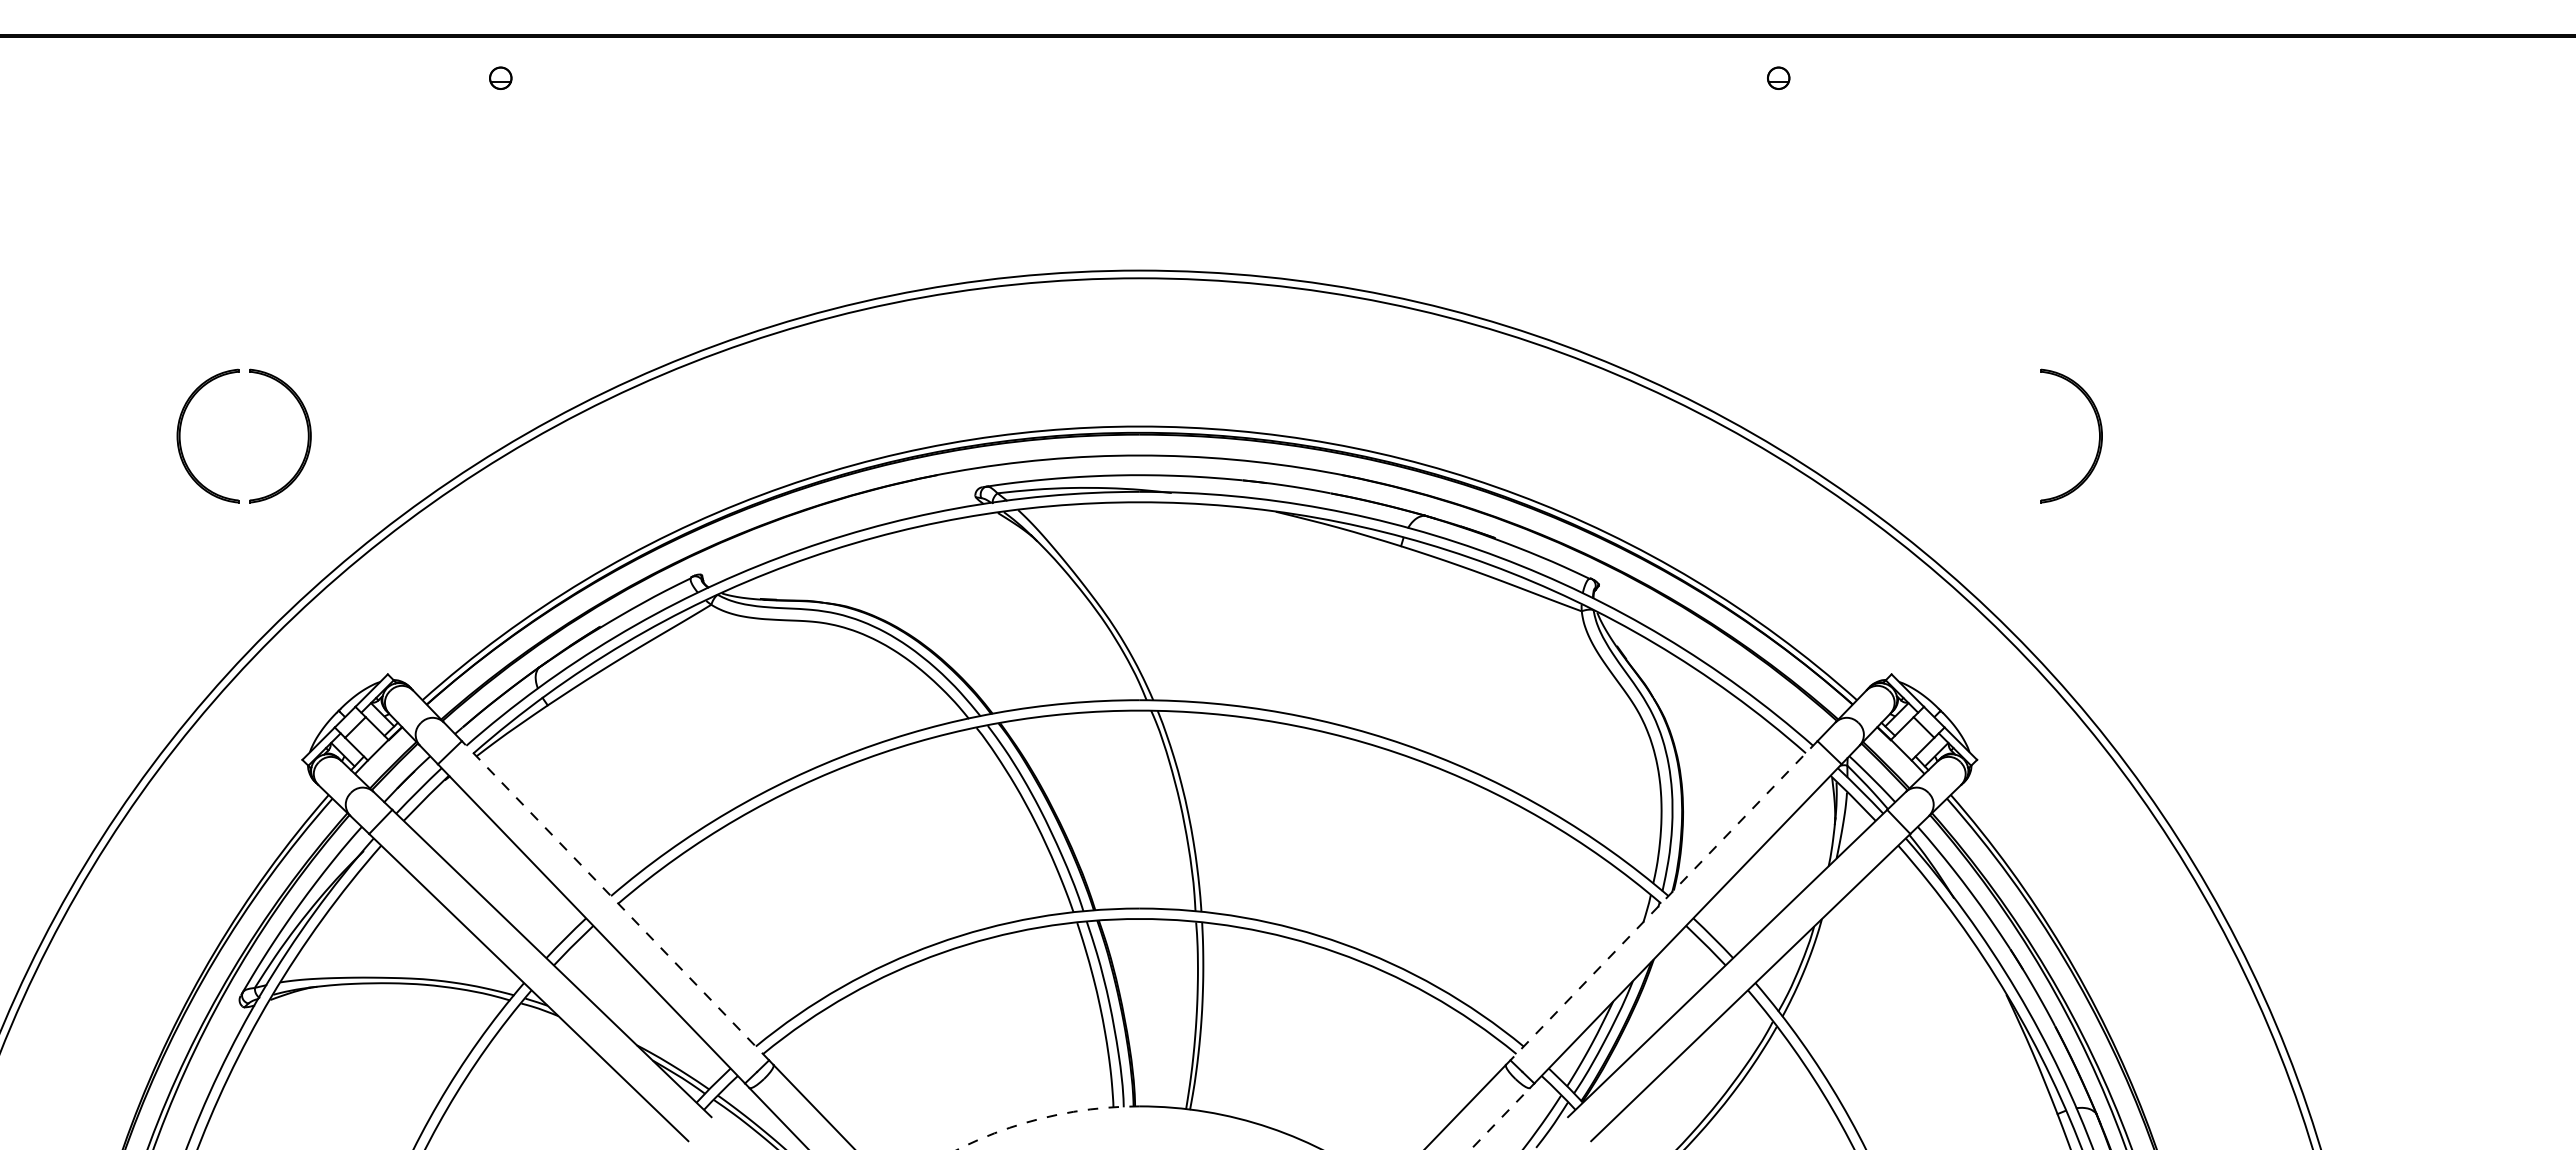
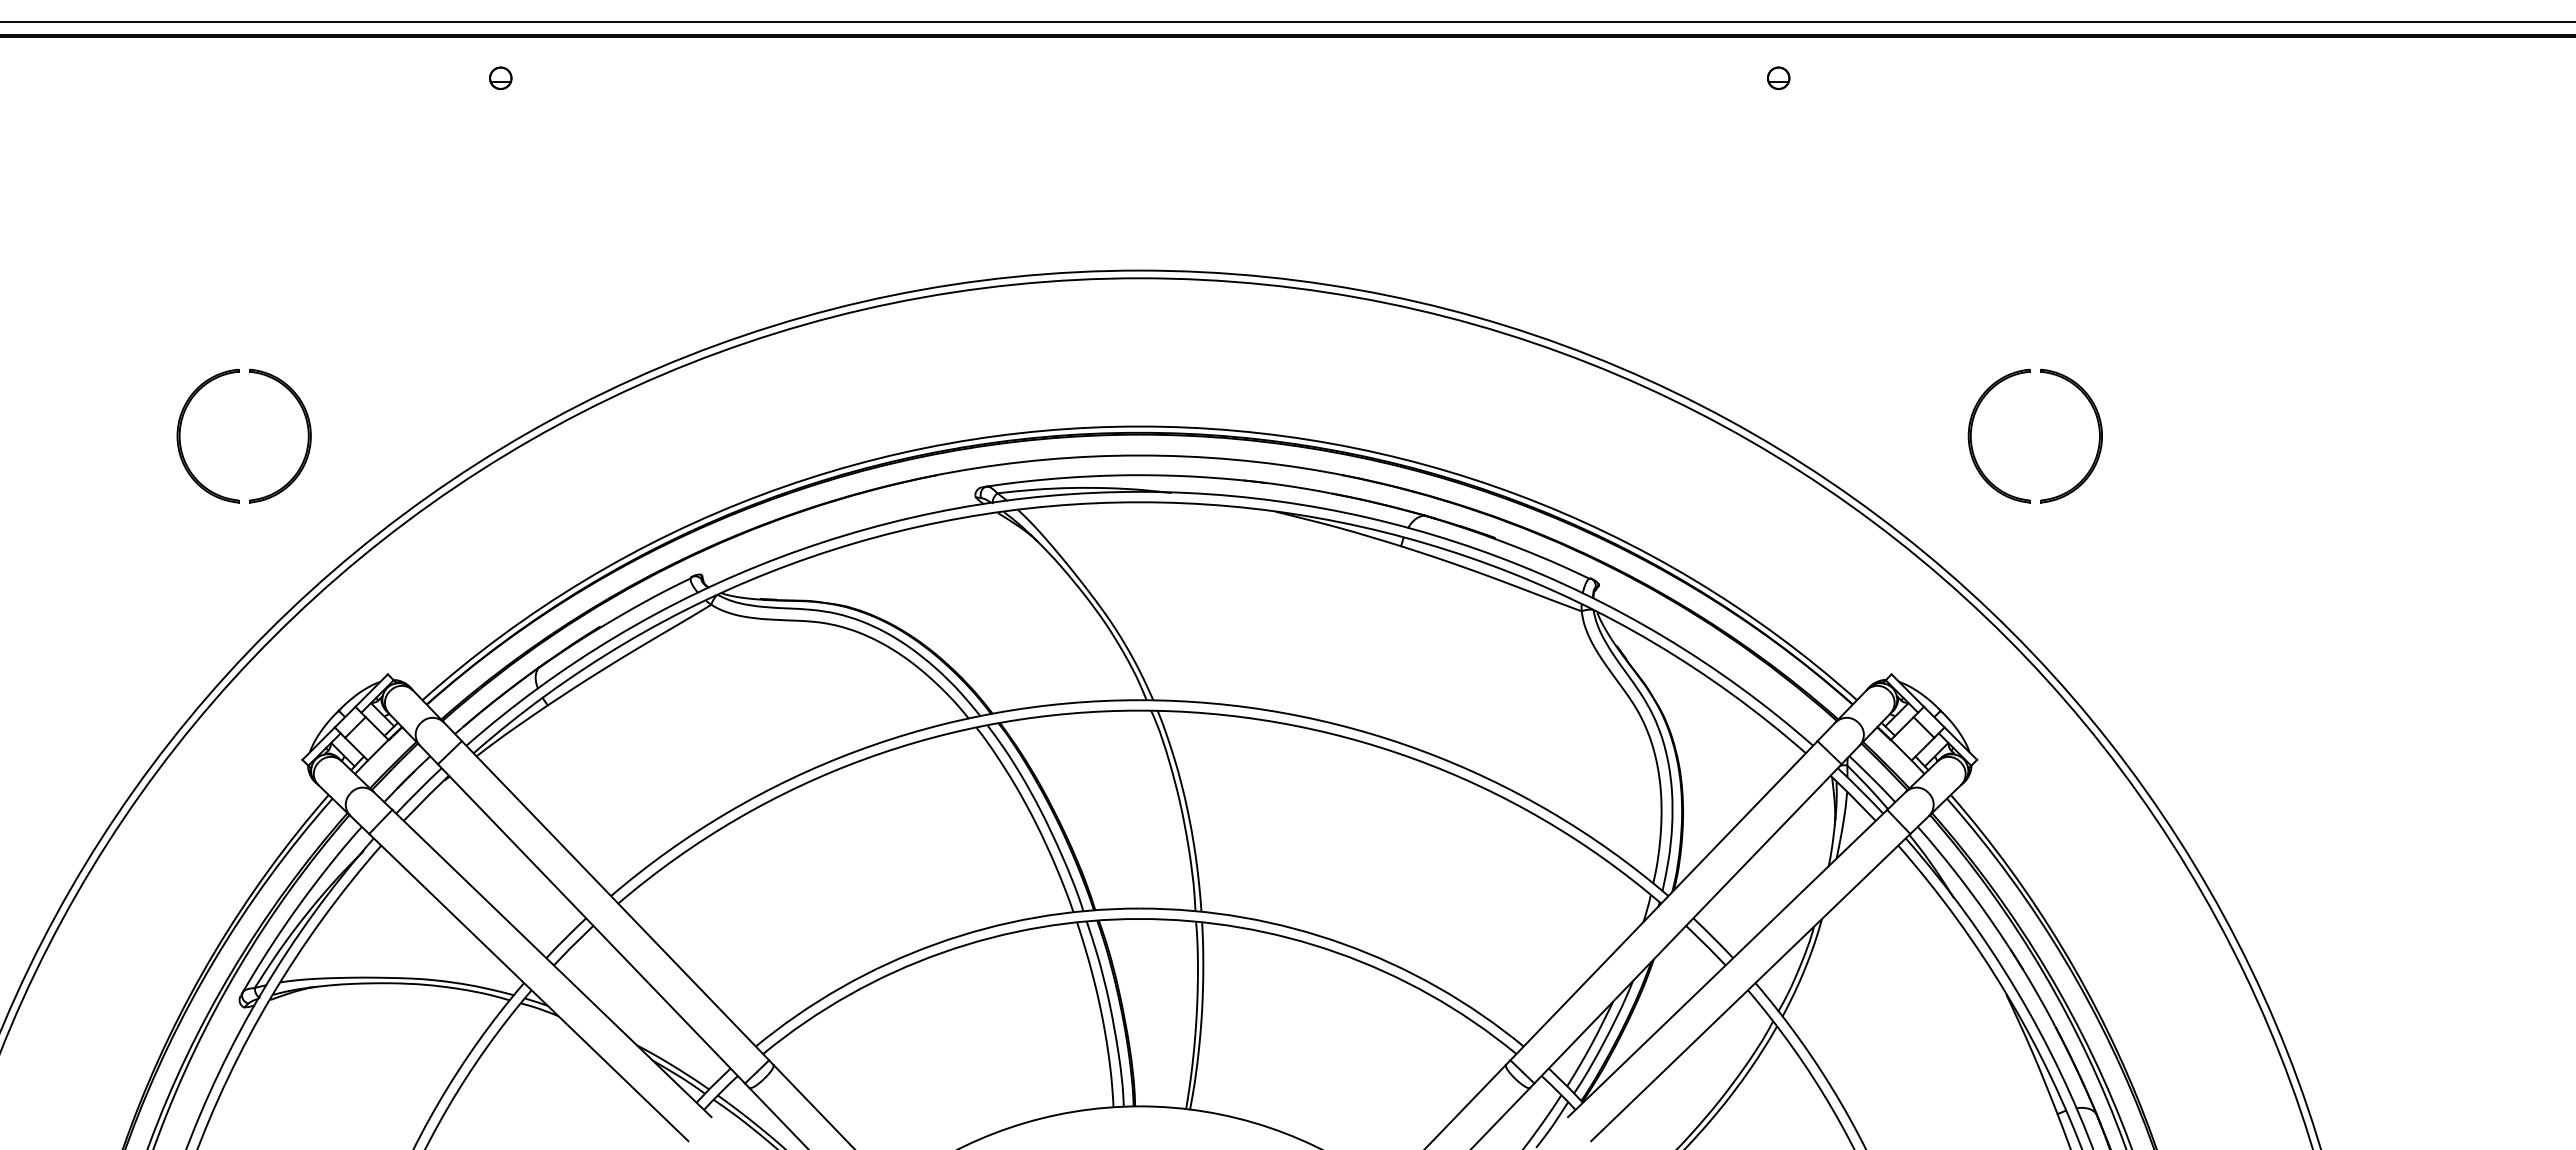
line at (1287, 22): none -> present
part at (1972, 429): none -> present
line at (615, 900): dashed -> solid
line at (1663, 901): dashed -> solid
arc at (1045, 1117): dashed -> solid
line at (1500, 1118): dashed -> solid
